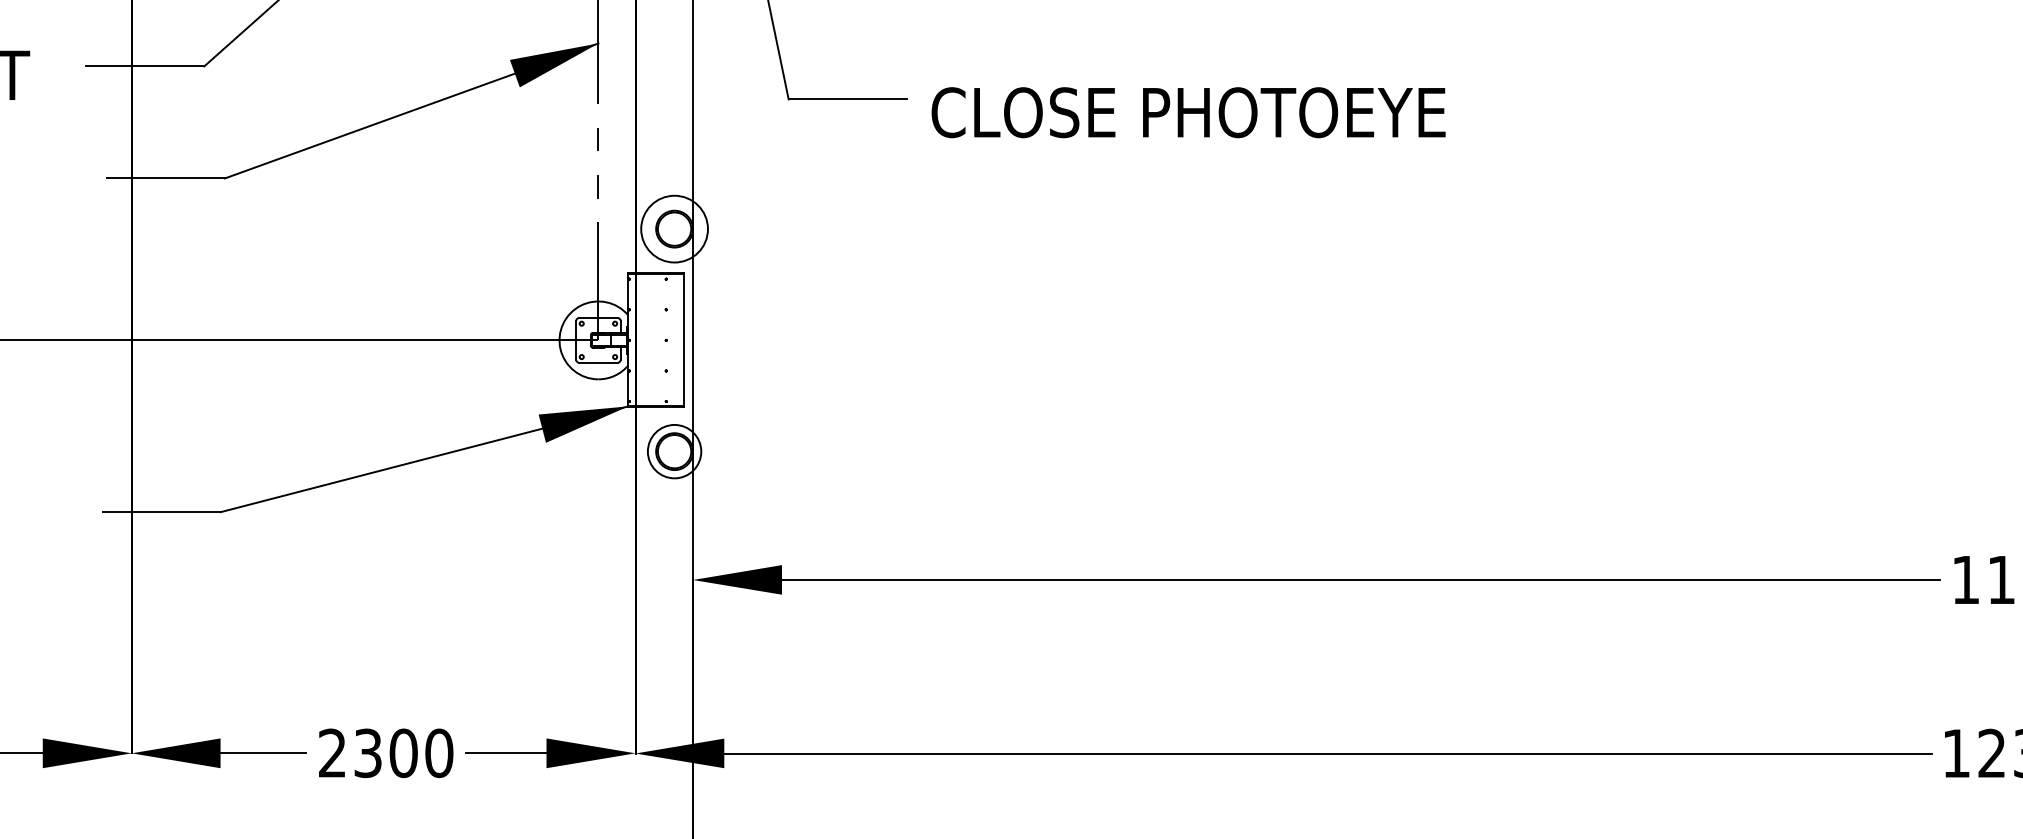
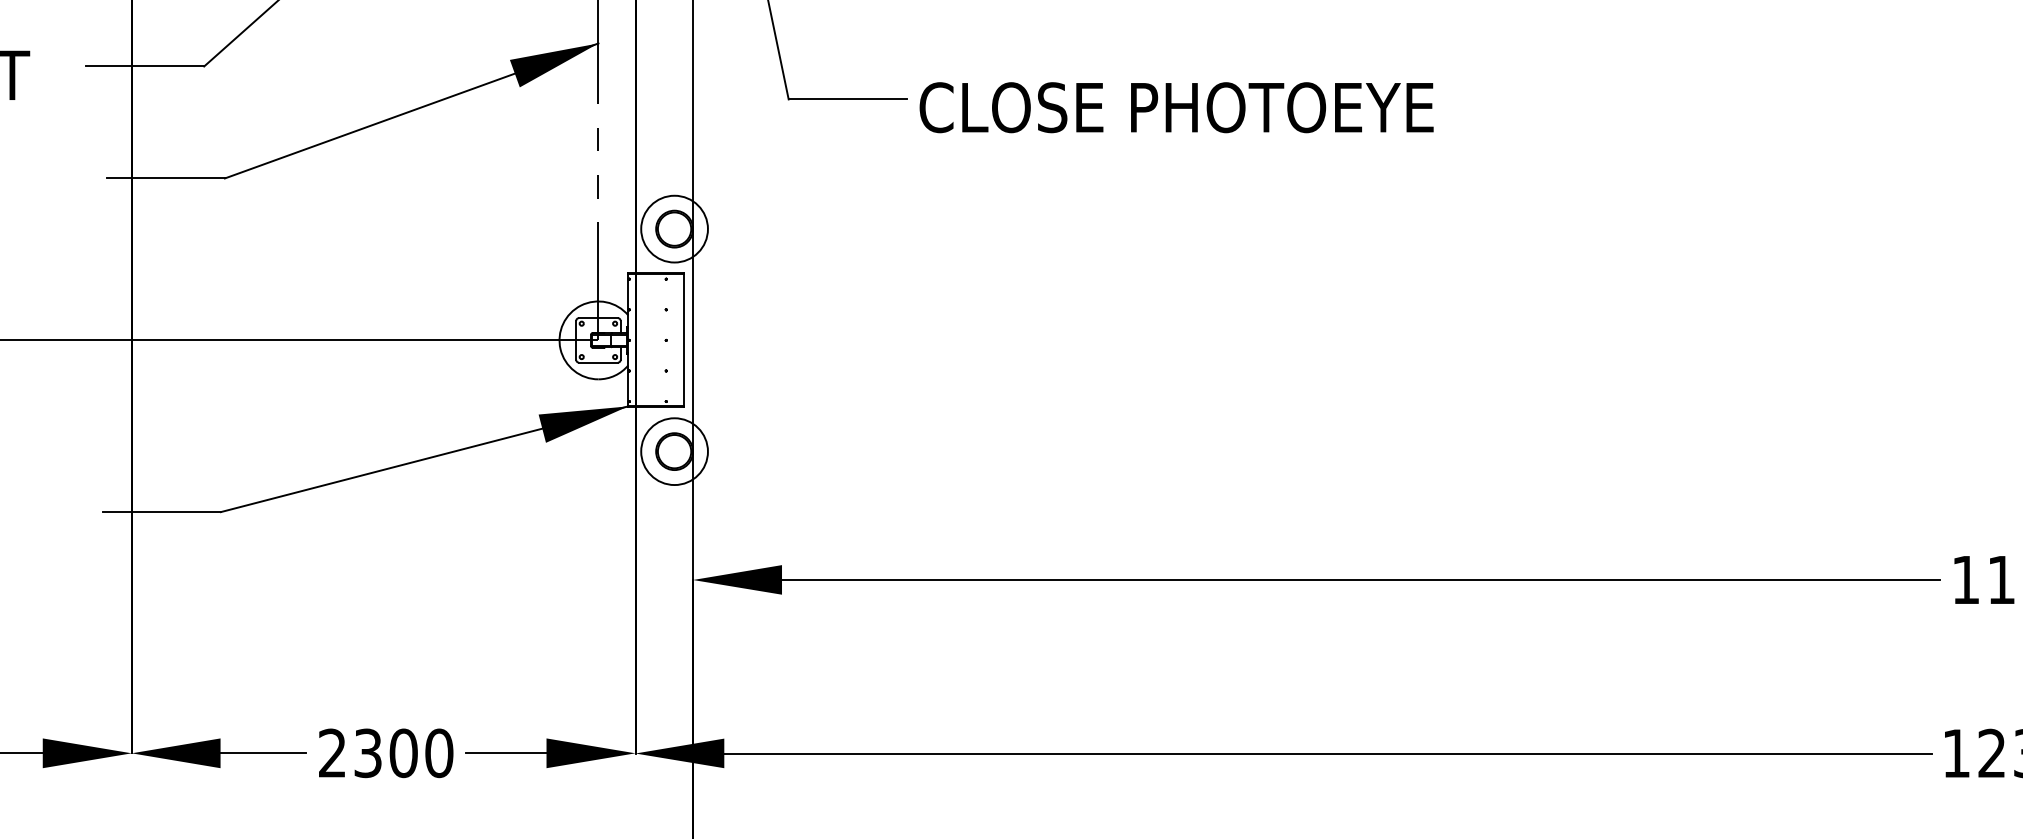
text at (1188, 112) position: (1188, 112) -> (1176, 107)
circle at (674, 451) diameter: 53 px -> 67 px
